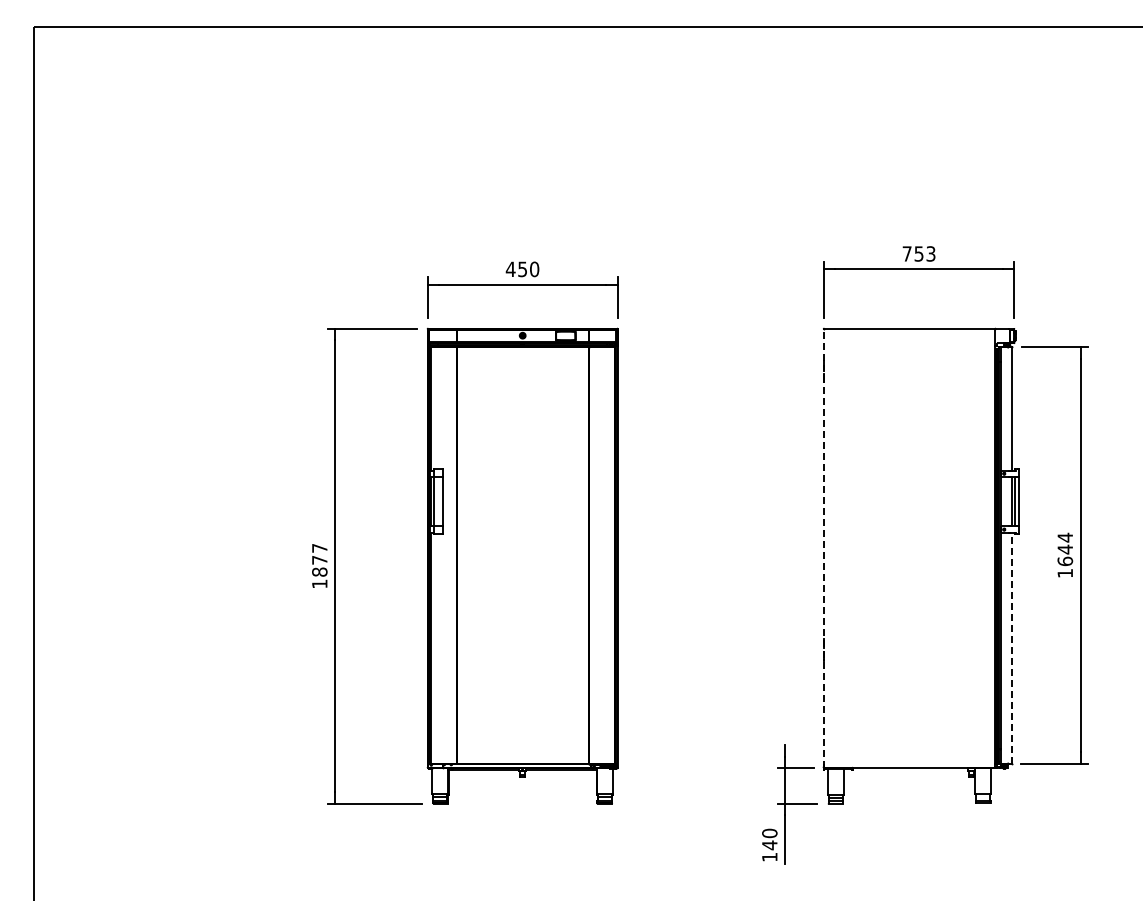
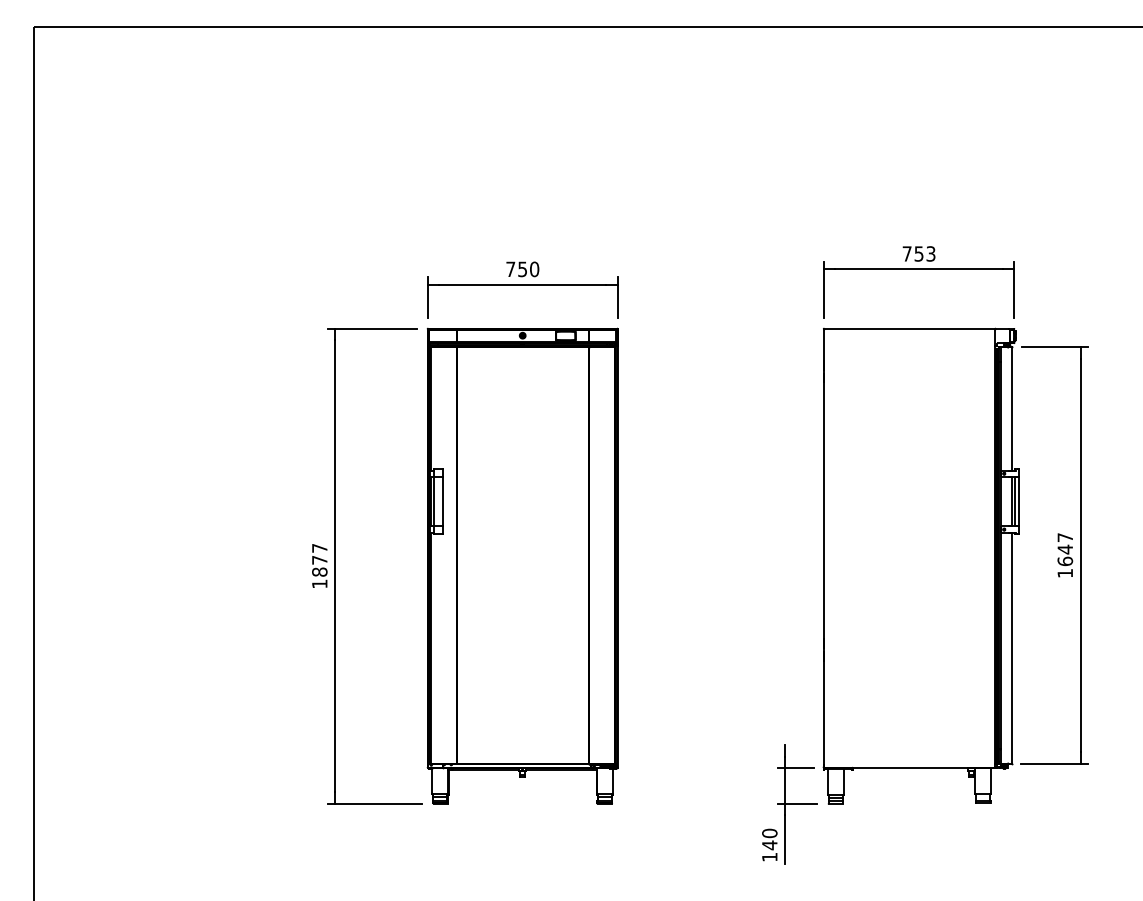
text at (510, 268): 450 -> 750
text at (1064, 537): 1644 -> 1647
line at (823, 547): dashed -> solid
line at (1012, 648): dashed -> solid
